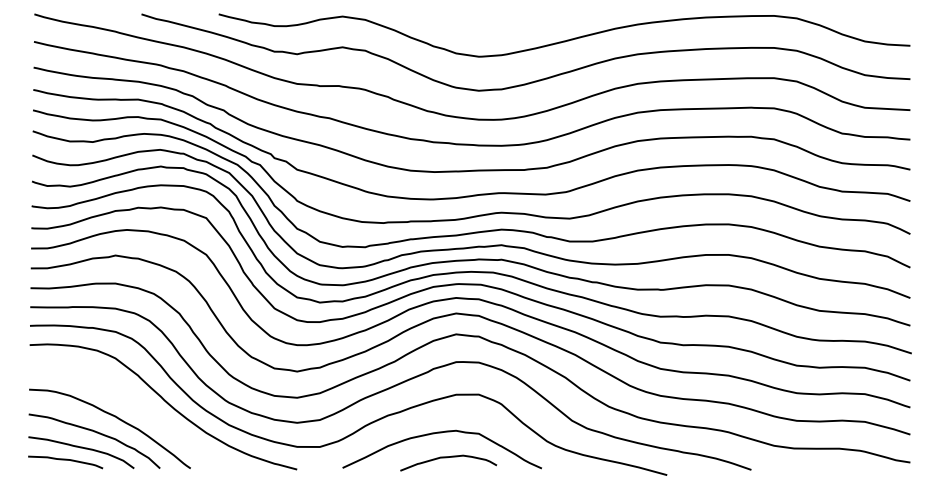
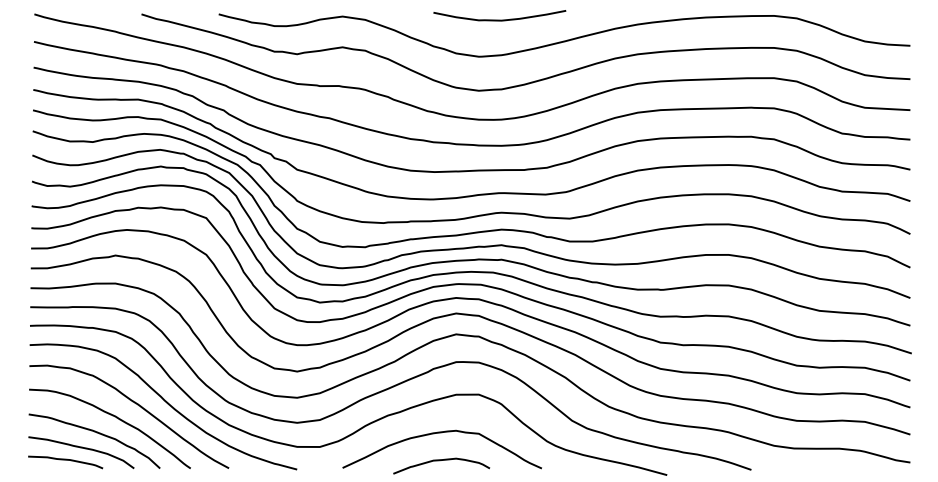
curve at (499, 19): none -> present
curve at (137, 405): none -> present
curve at (447, 458) position: (447, 458) -> (440, 461)
